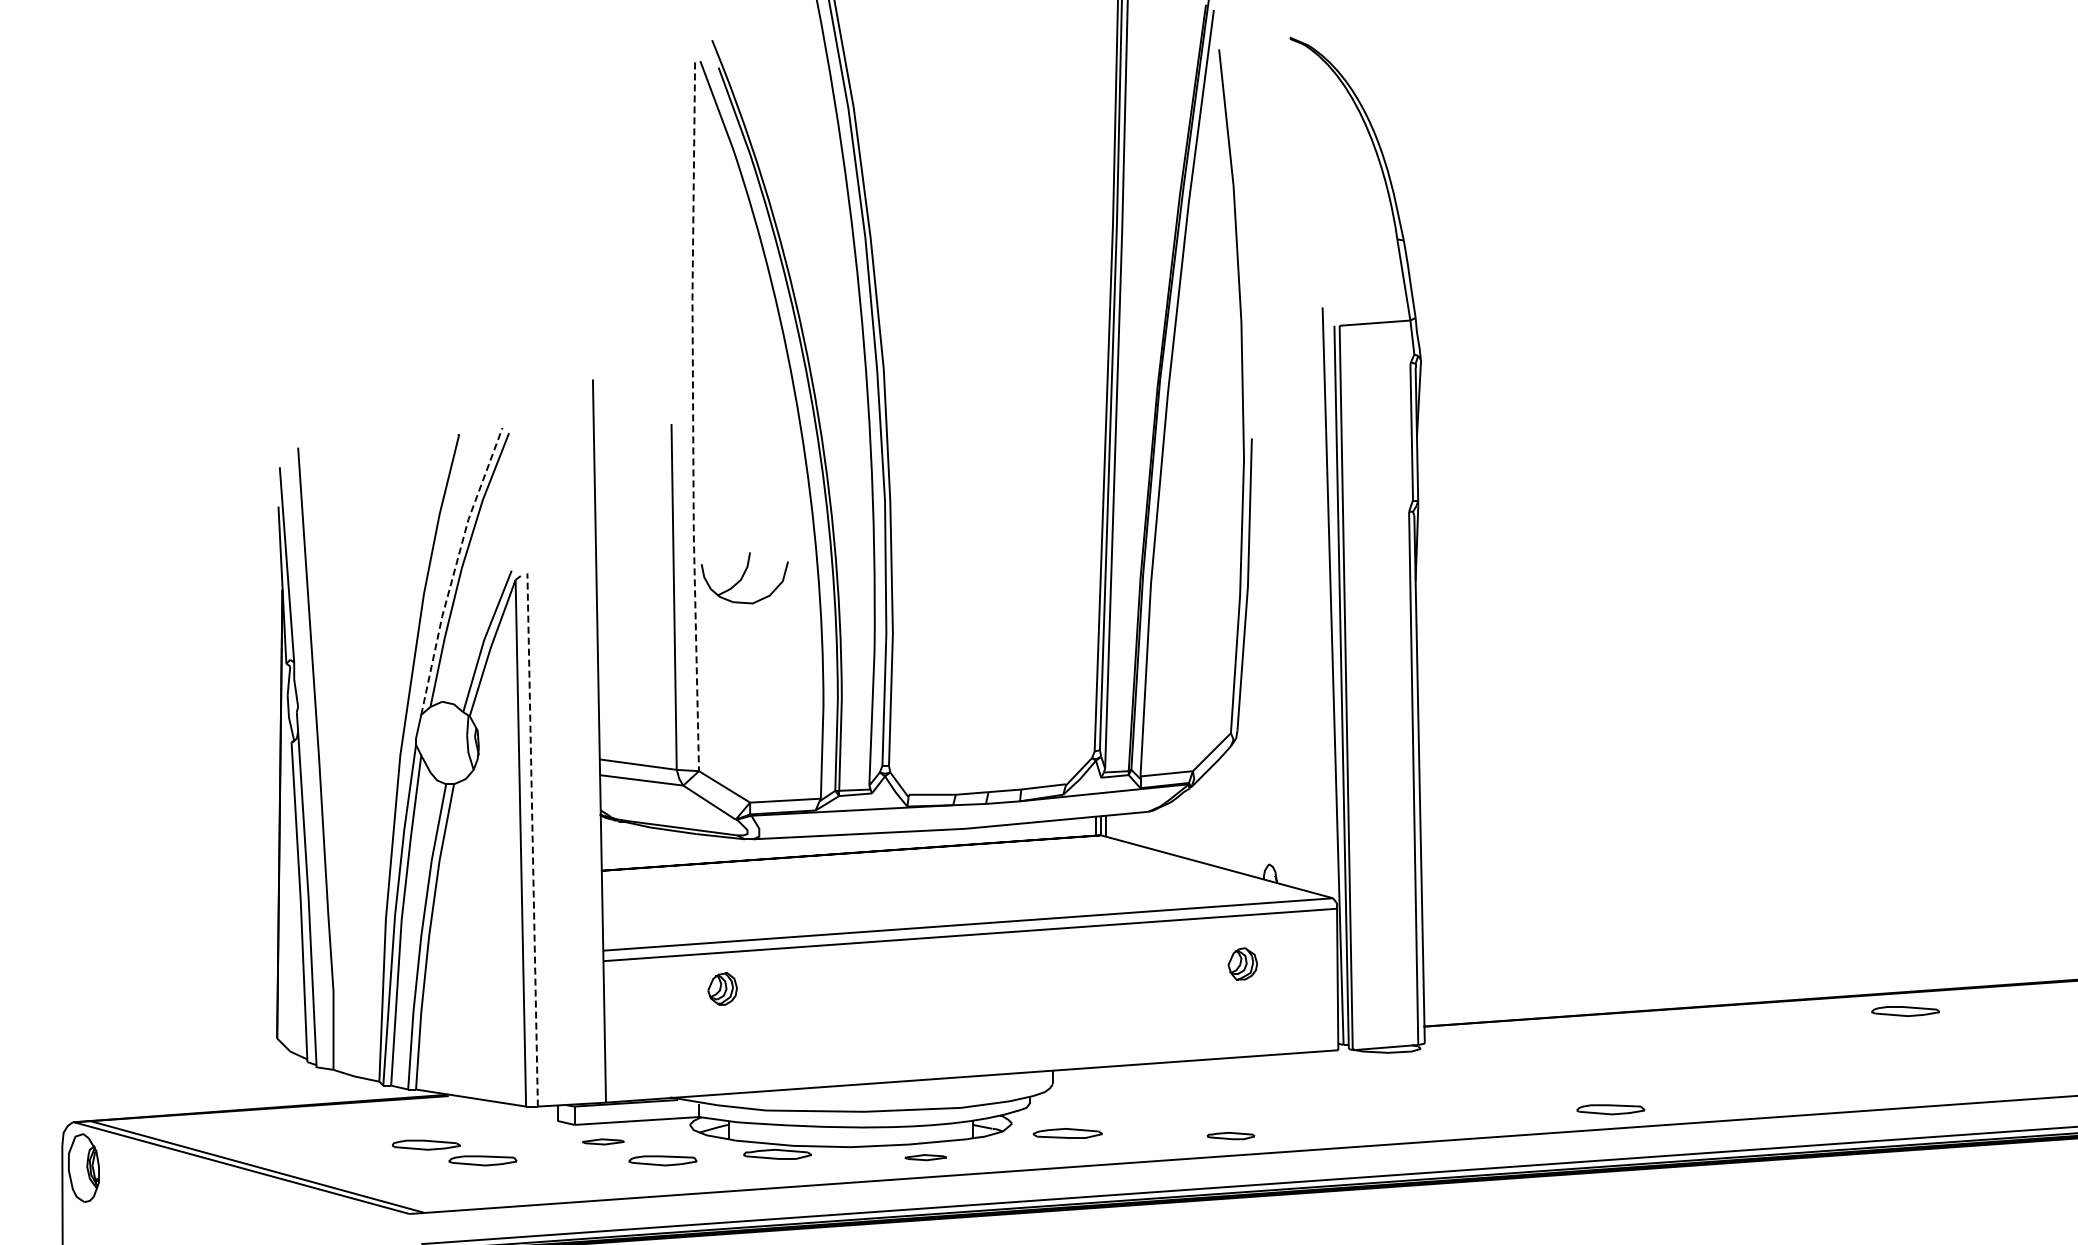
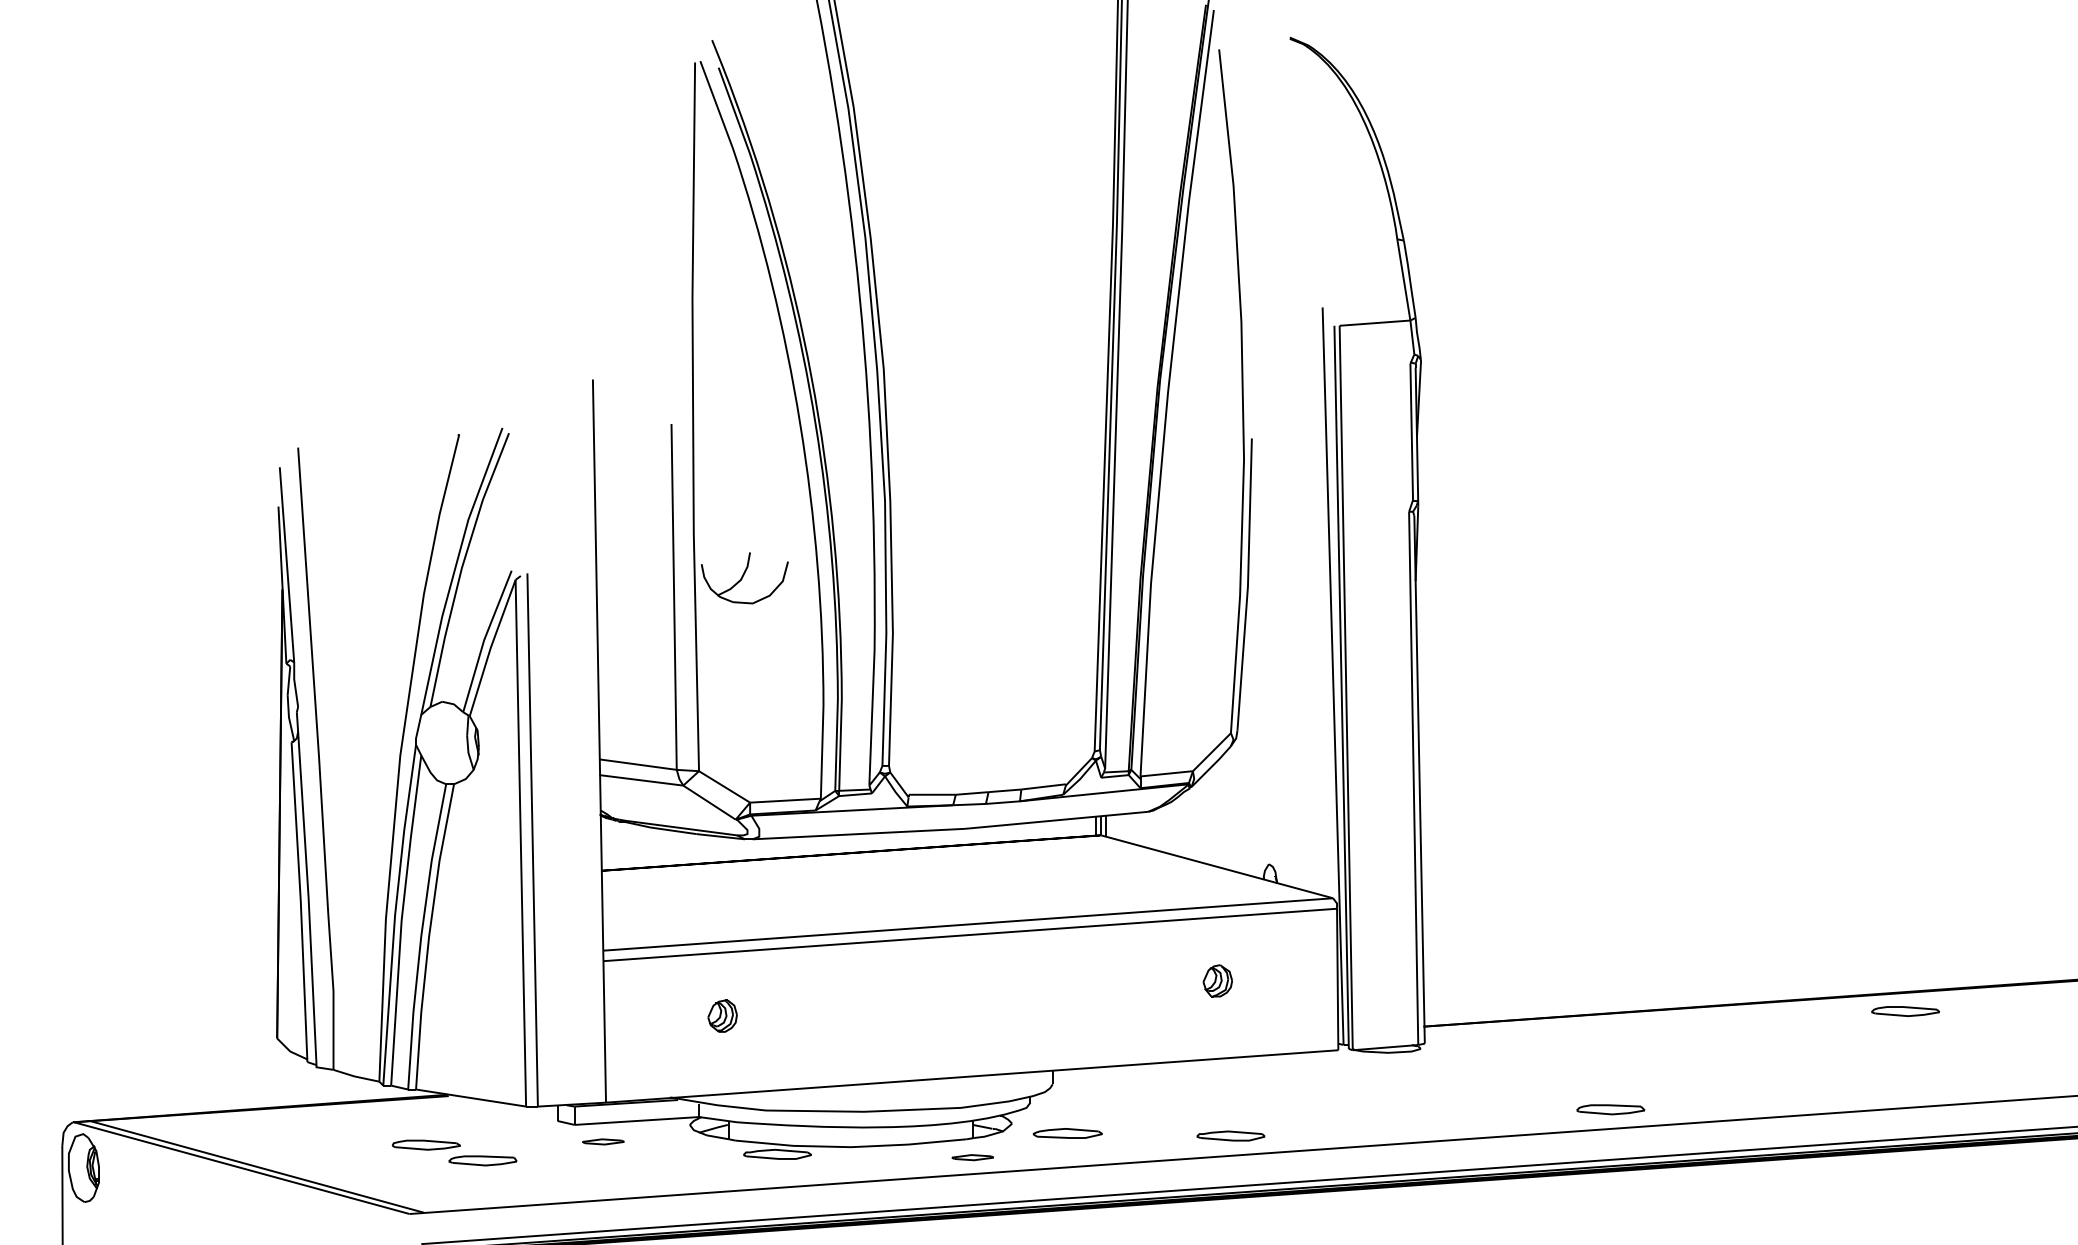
line at (693, 417): dashed -> solid
line at (454, 569): dashed -> solid
line at (532, 839): dashed -> solid
part at (1242, 963) position: (1242, 963) -> (1217, 980)
part at (722, 988) position: (722, 988) -> (722, 1015)
part at (1230, 1136) size: 50x9 px -> 70x12 px
part at (925, 1157) position: (925, 1157) -> (972, 1157)
part at (662, 1160): present -> none
